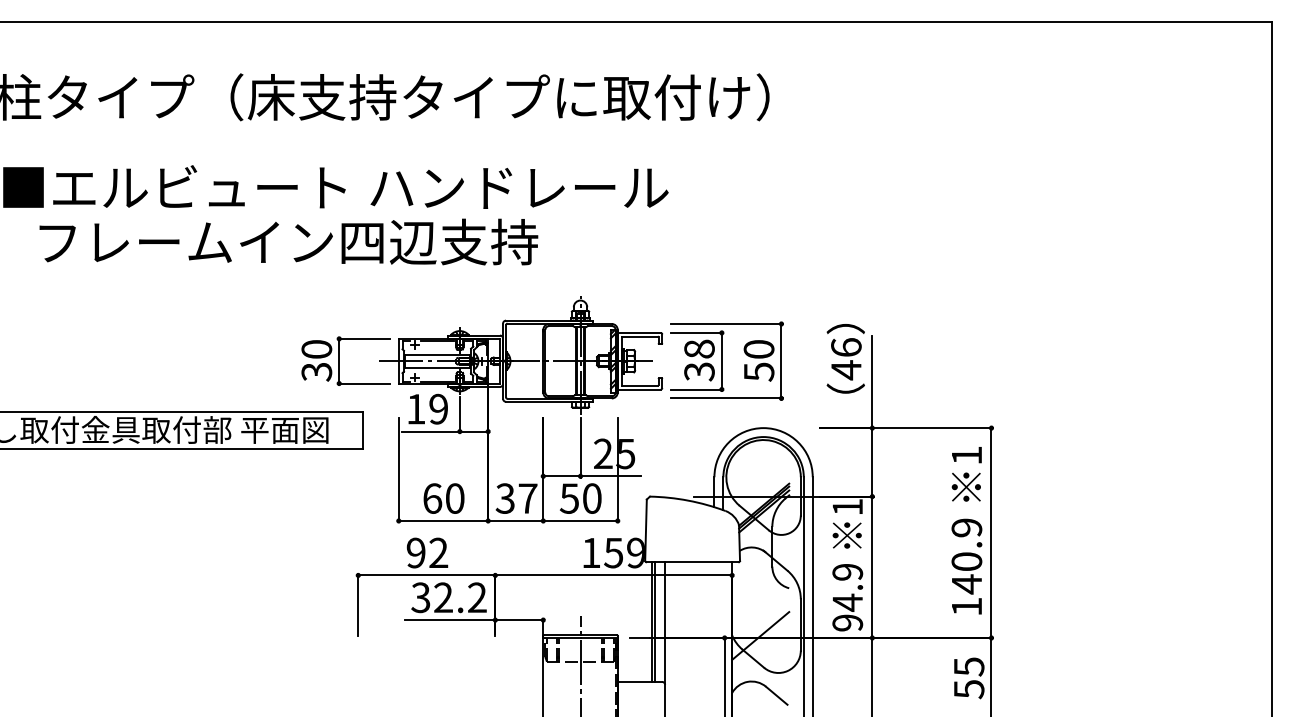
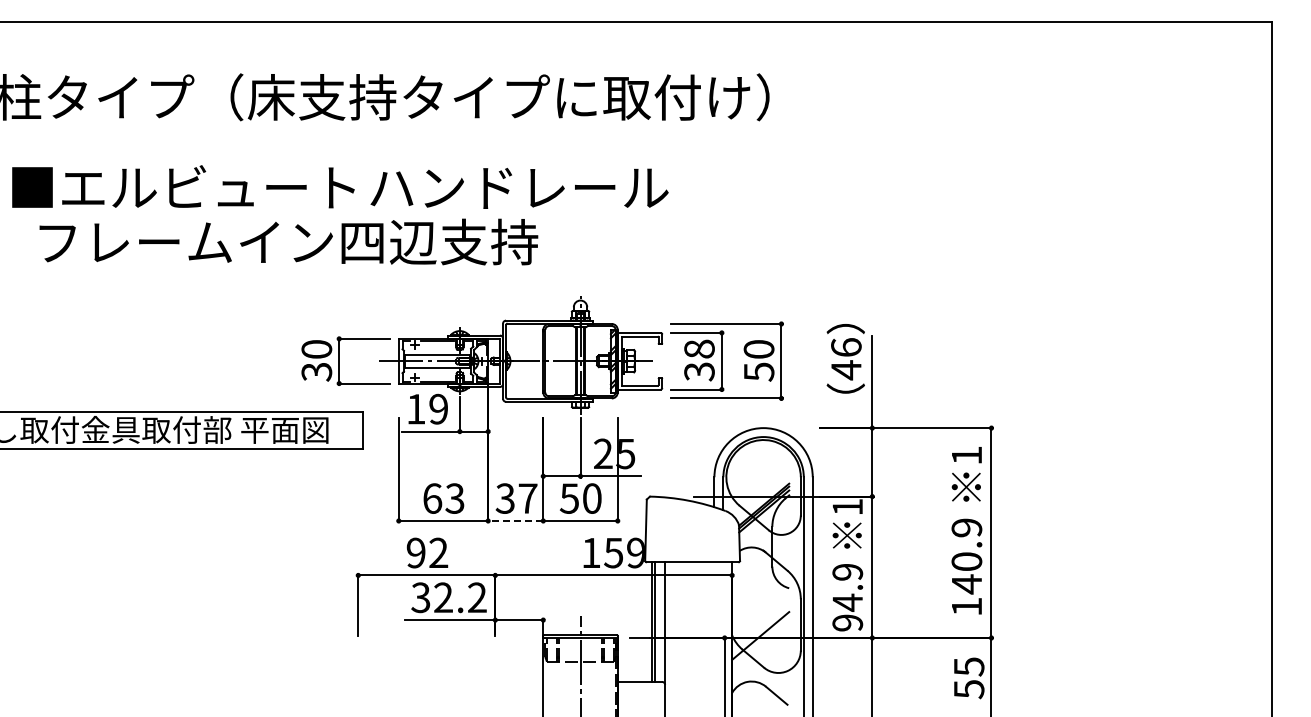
text at (174, 186) position: (174, 186) -> (183, 186)
text at (454, 498): 60 -> 63
line at (515, 520): solid -> dashed
